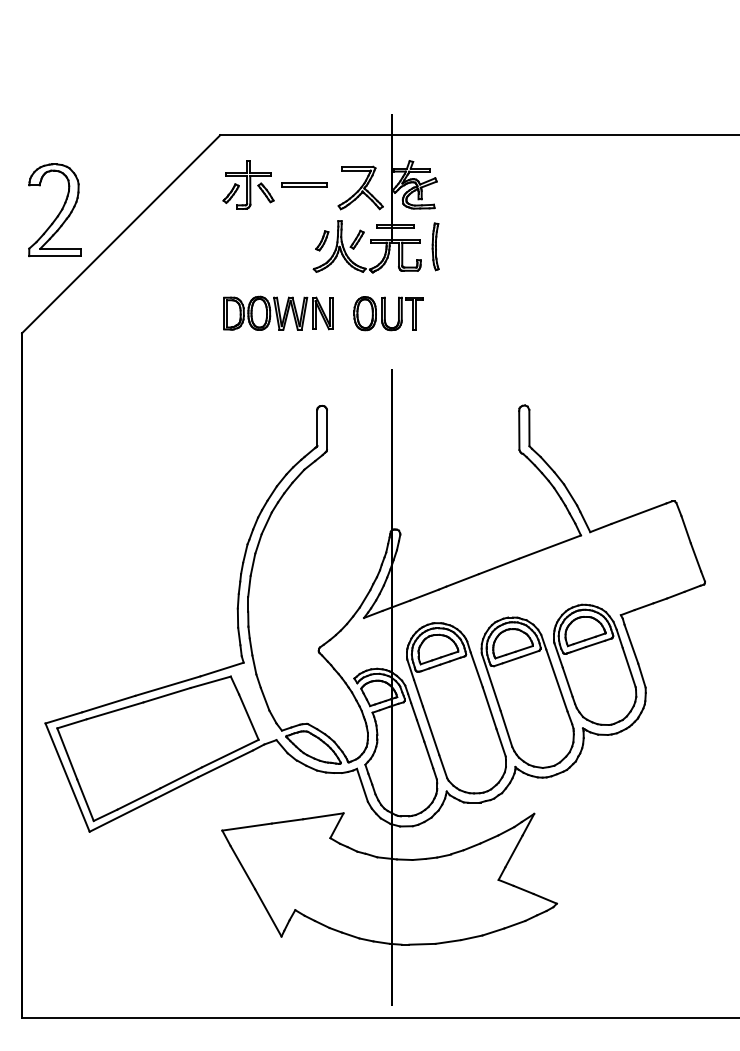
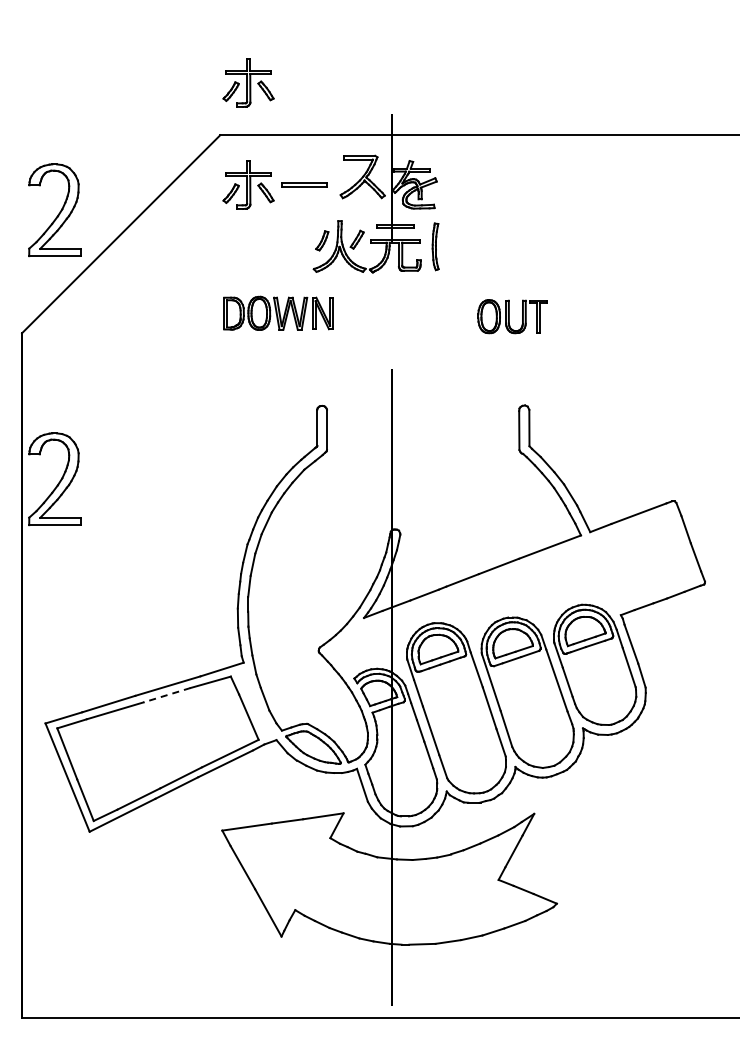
part at (248, 82): none -> present
part at (360, 187) position: (360, 187) -> (362, 176)
part at (388, 313) position: (388, 313) -> (512, 316)
part at (54, 479): none -> present
line at (167, 695): solid -> dashed
